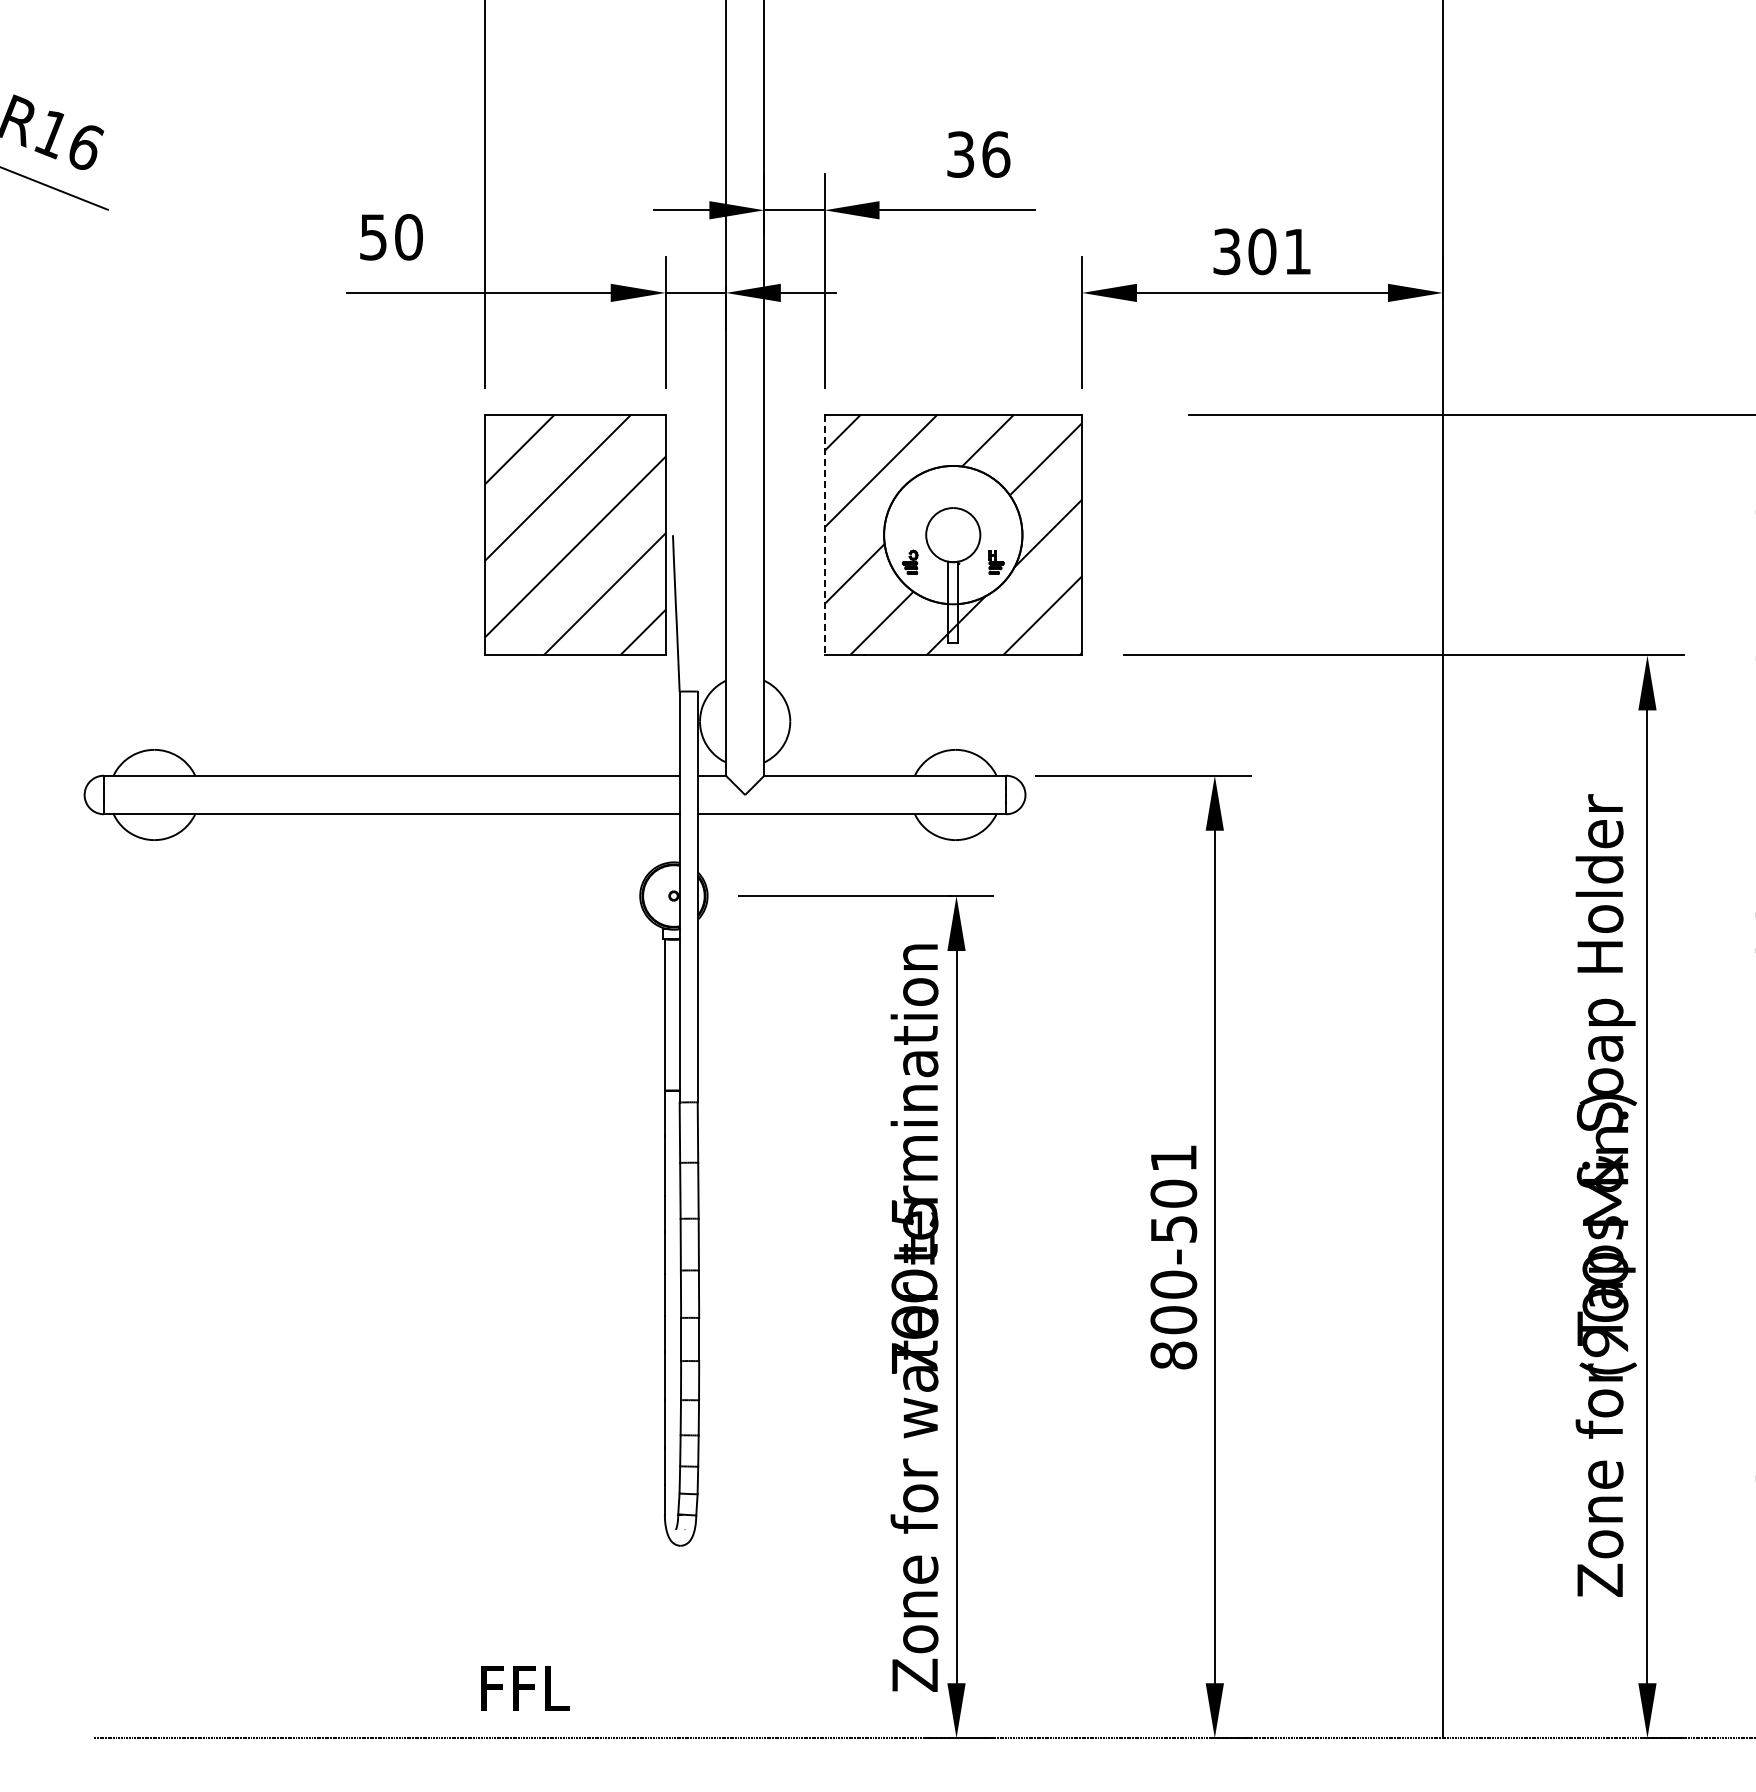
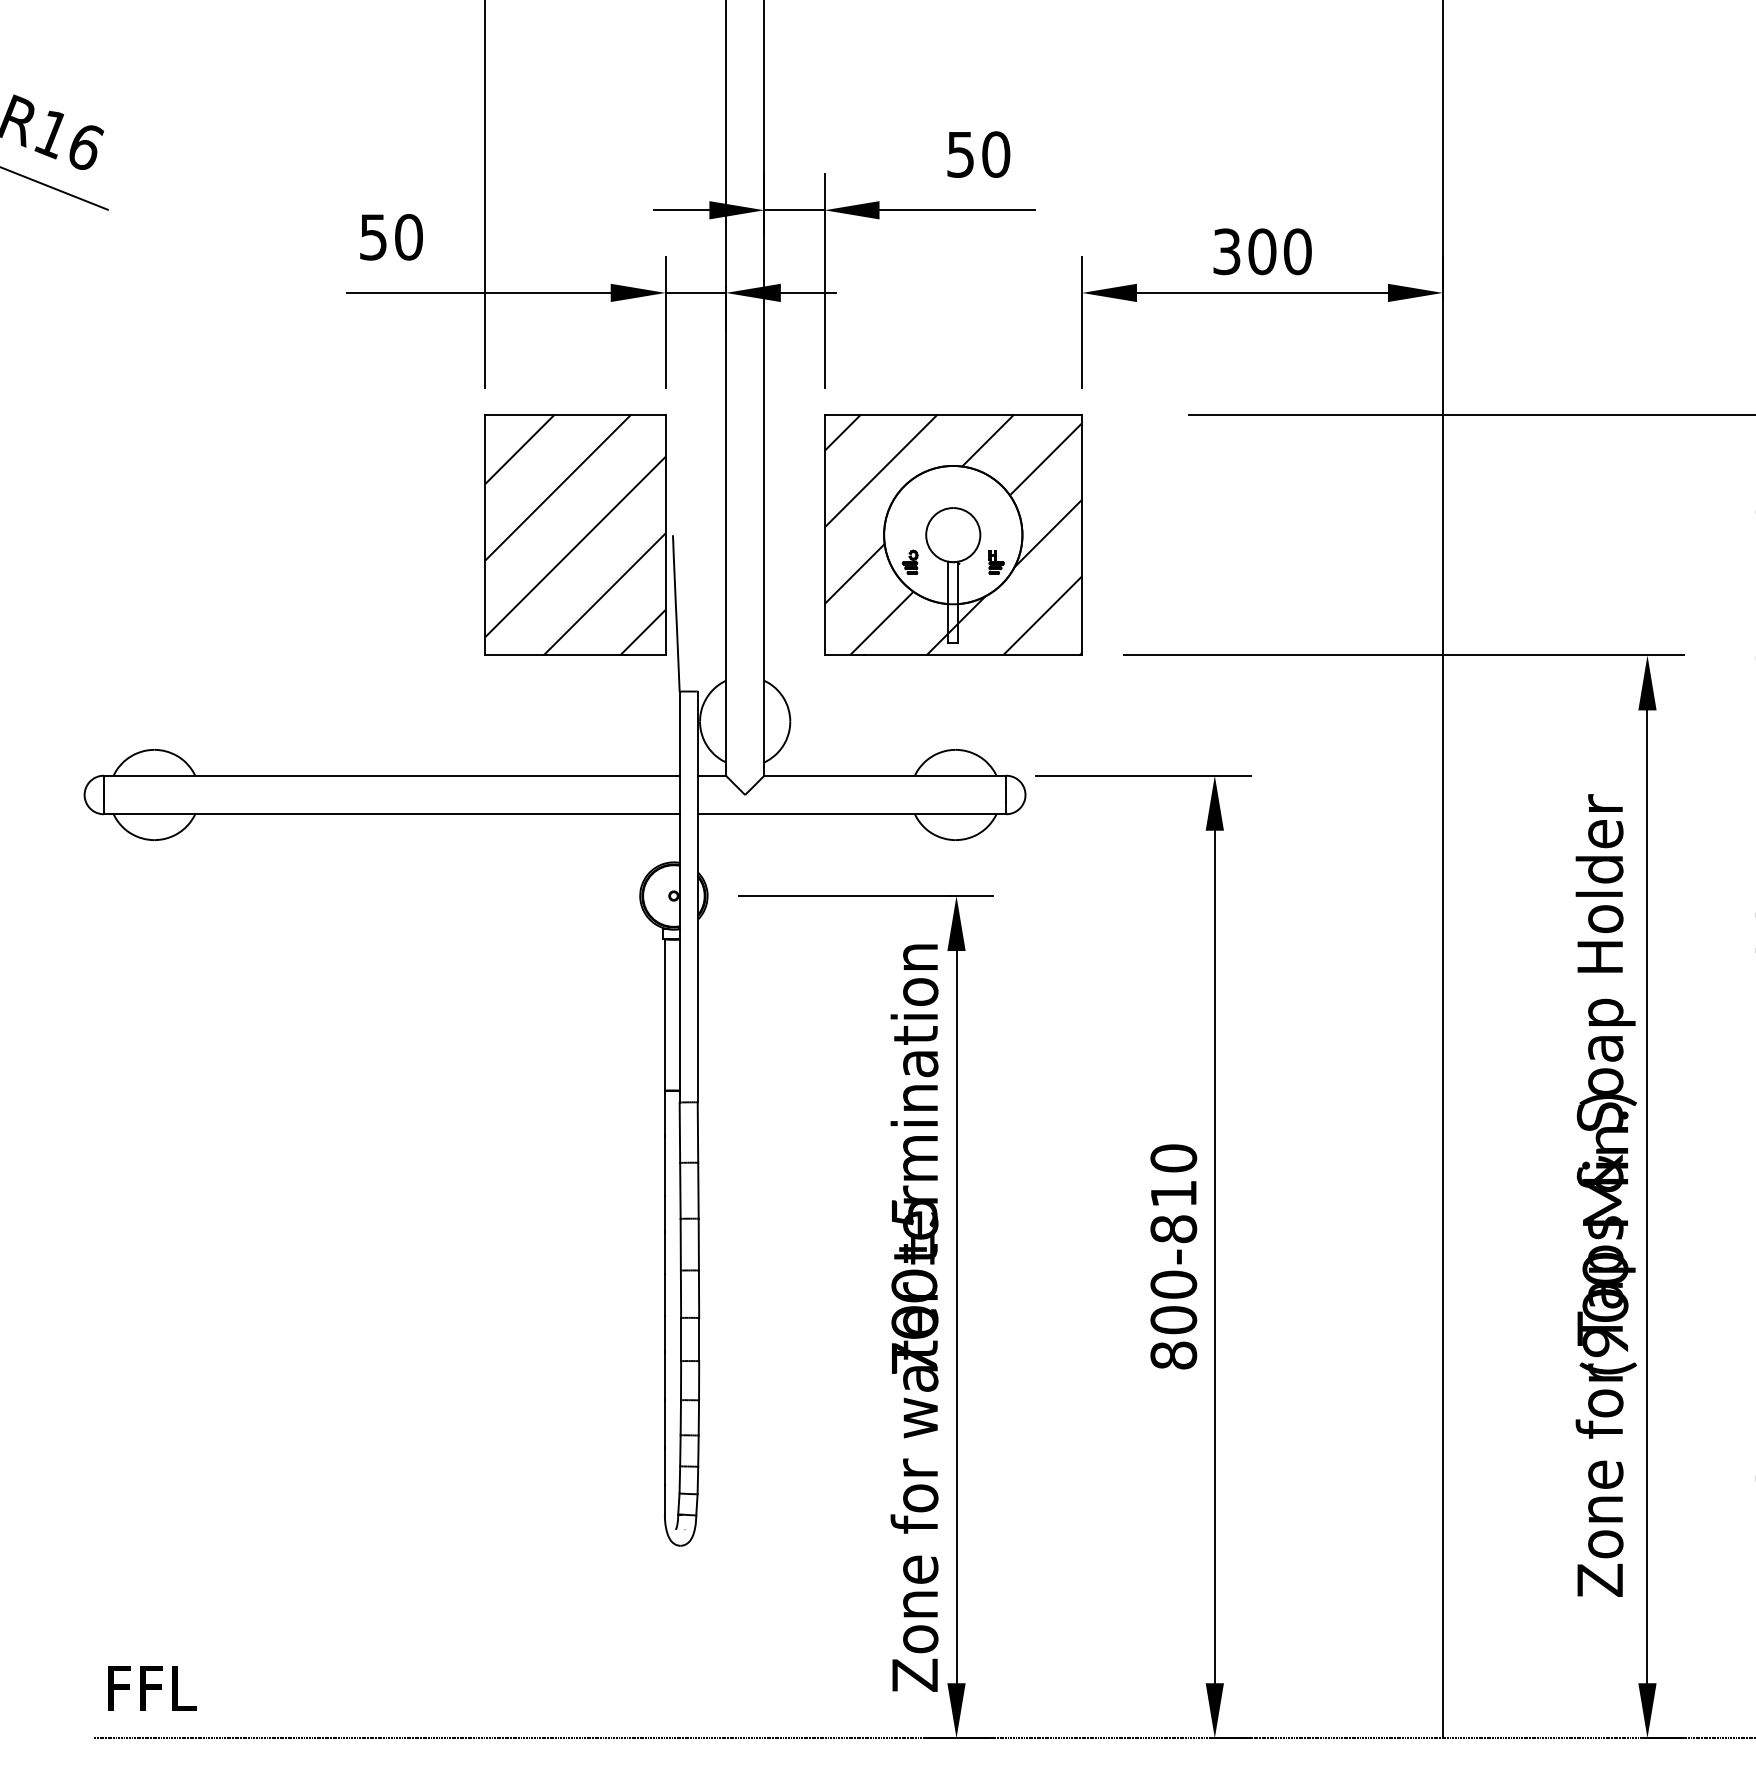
text at (978, 154): 36 -> 50
text at (1297, 251): 301 -> 300
line at (824, 535): dashed -> solid
text at (1173, 1193): 800-501 -> 800-810
text at (525, 1688) position: (525, 1688) -> (152, 1688)
